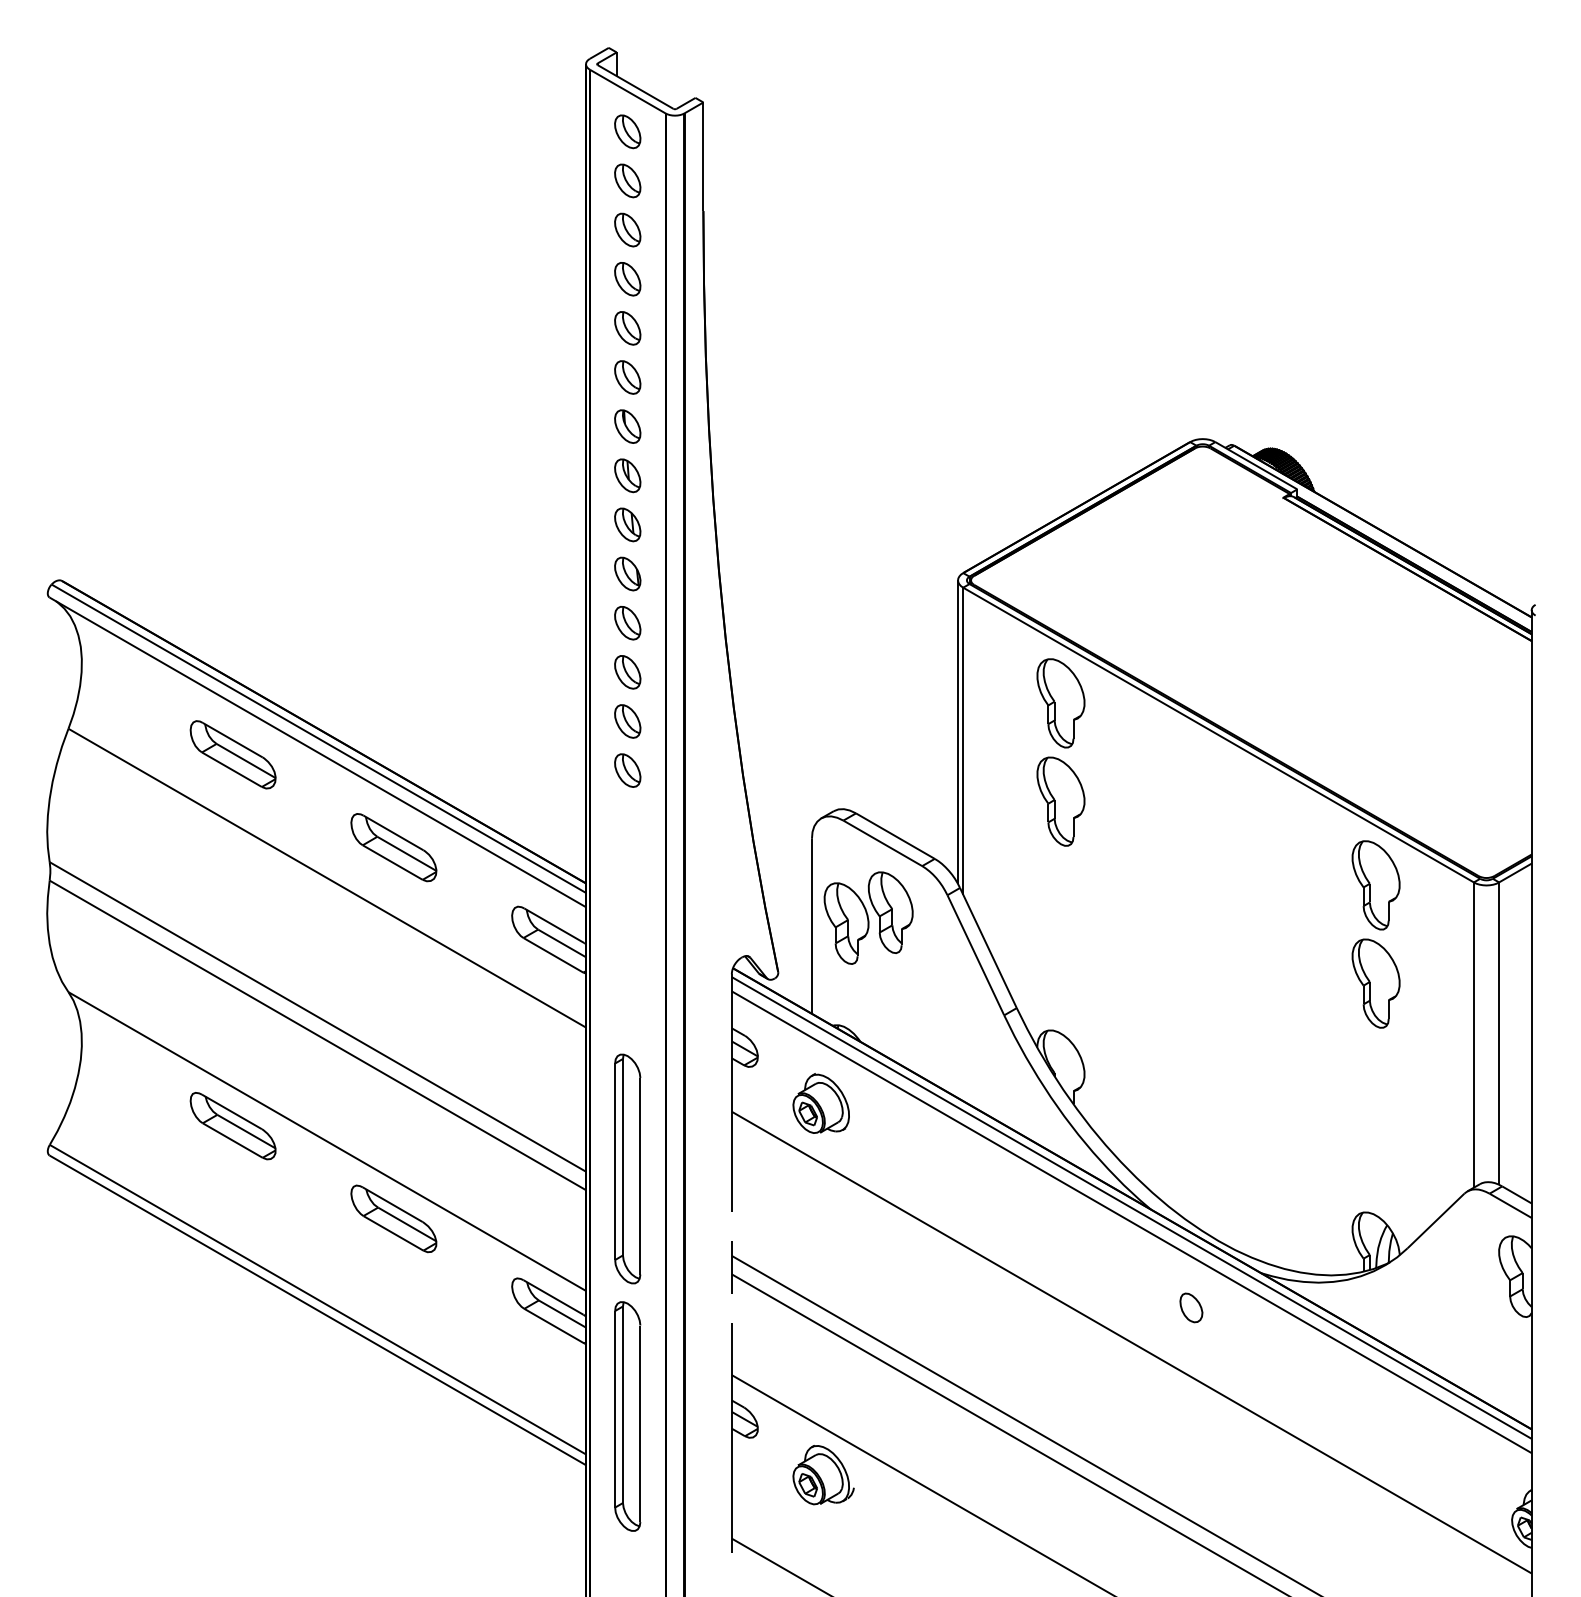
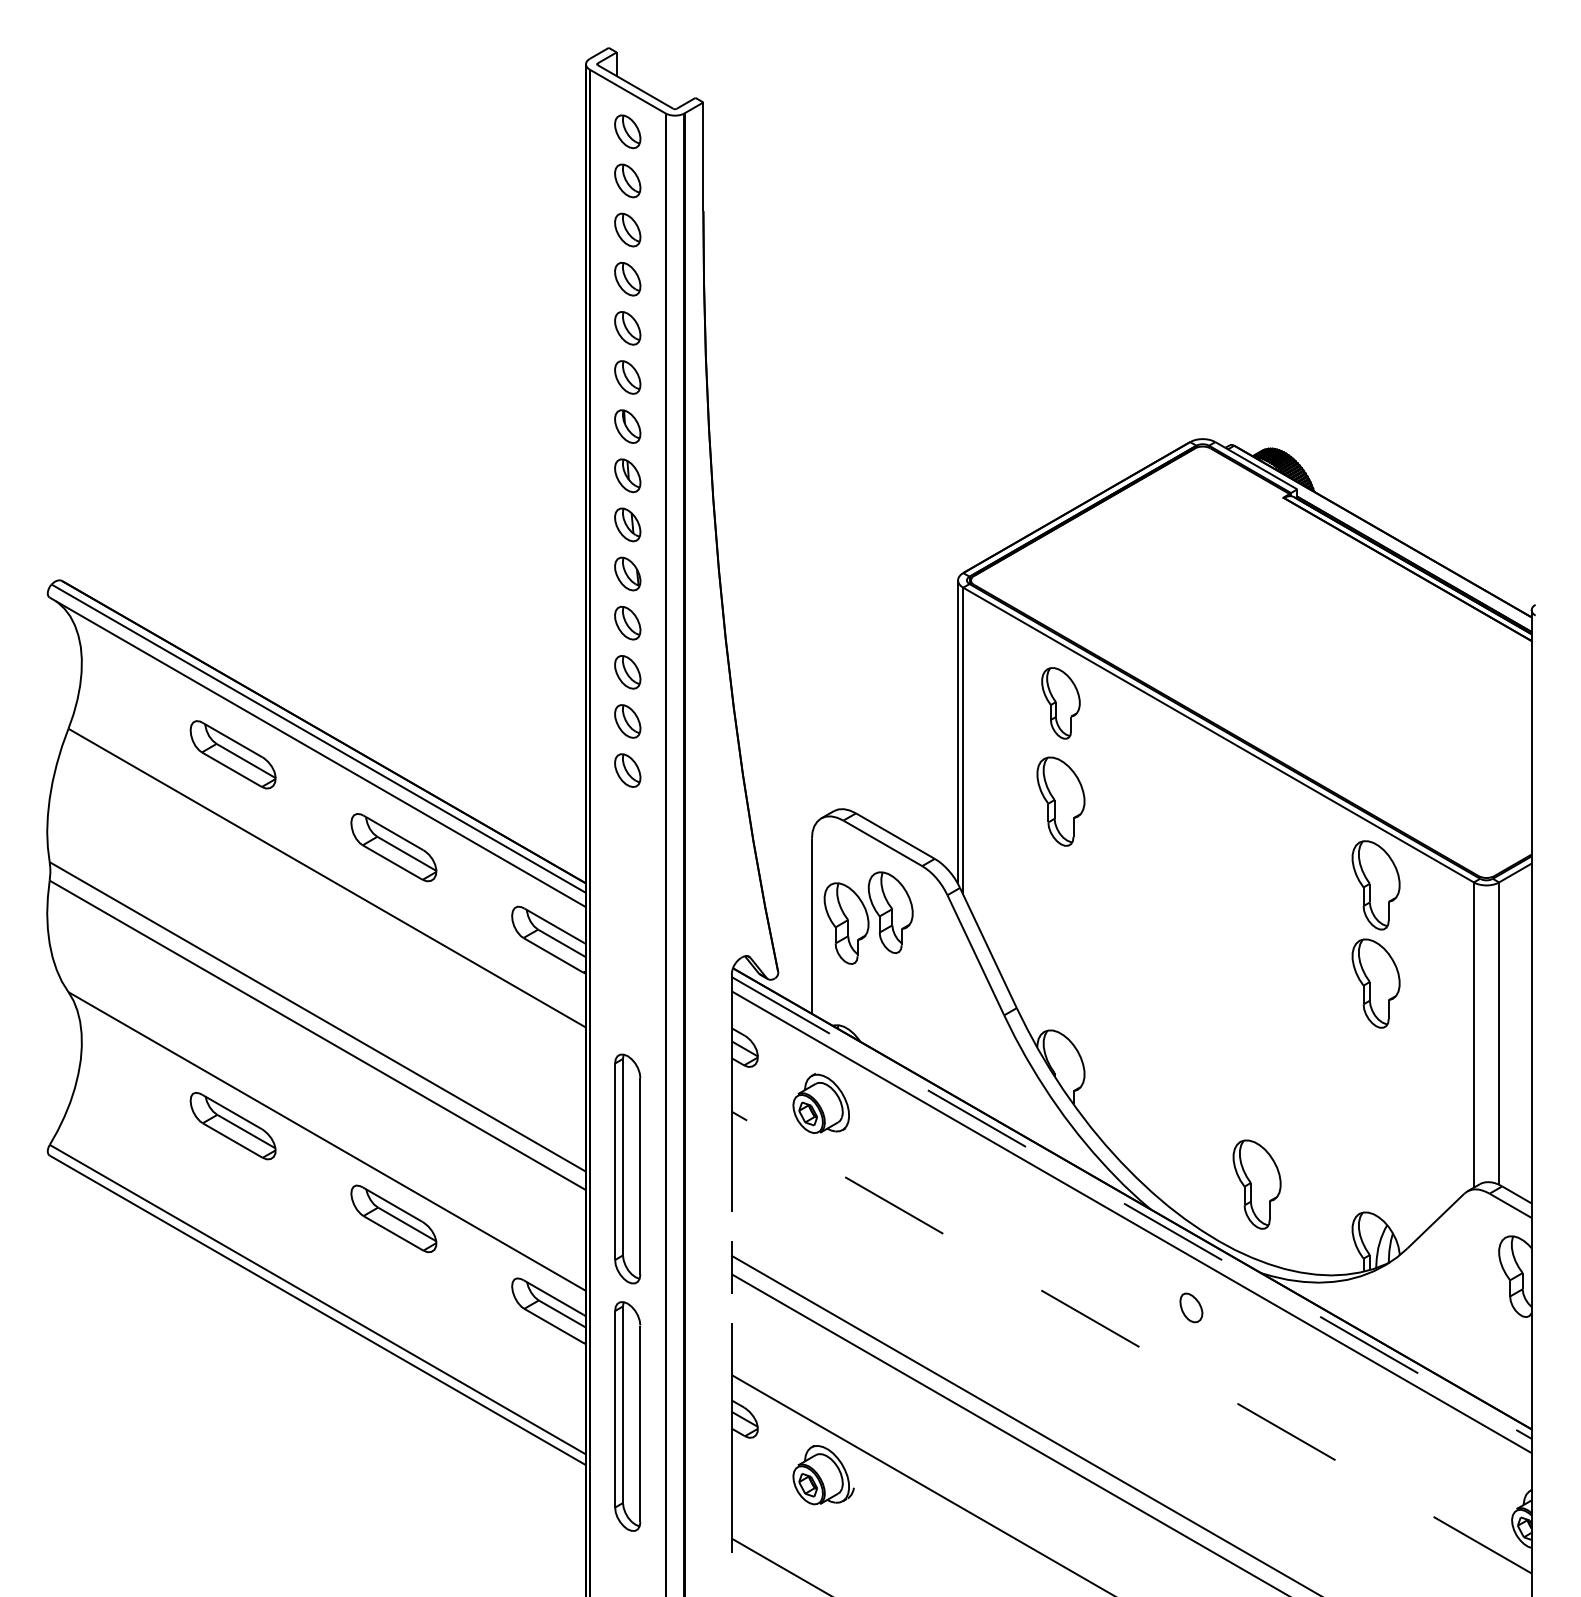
part at (1060, 703) size: 50x91 px -> 40x73 px
part at (1256, 1184): none -> present
line at (1131, 1207): solid -> dashed
line at (1131, 1342): solid -> dashed
